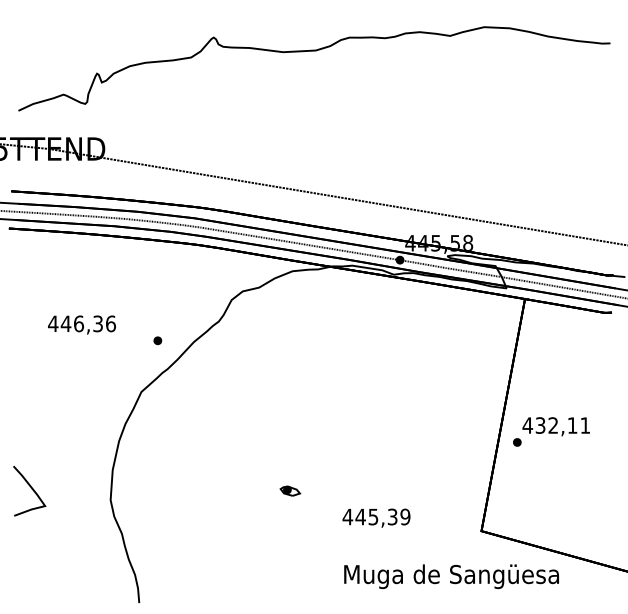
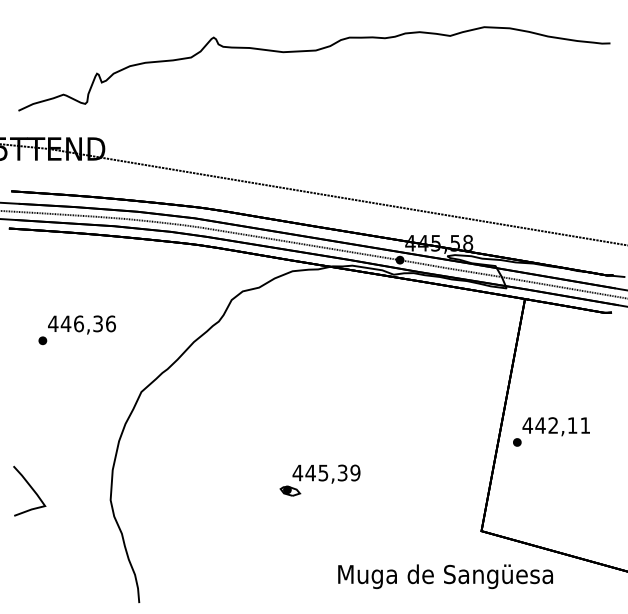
part at (157, 340) position: (157, 340) -> (42, 340)
text at (540, 425): 432,11 -> 442,11
text at (376, 517) position: (376, 517) -> (326, 473)
text at (451, 576) position: (451, 576) -> (445, 576)
